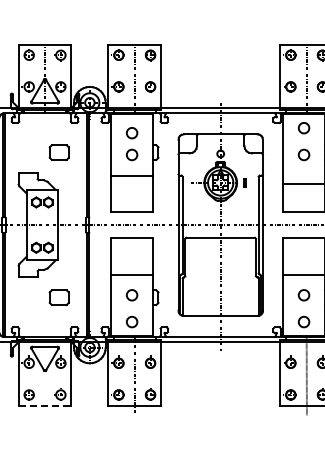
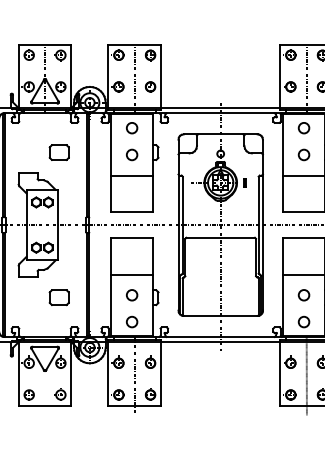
circle at (132, 133) position: (132, 133) -> (132, 128)
line at (301, 183) position: (301, 183) -> (301, 175)
line at (45, 405): dashed -> solid
